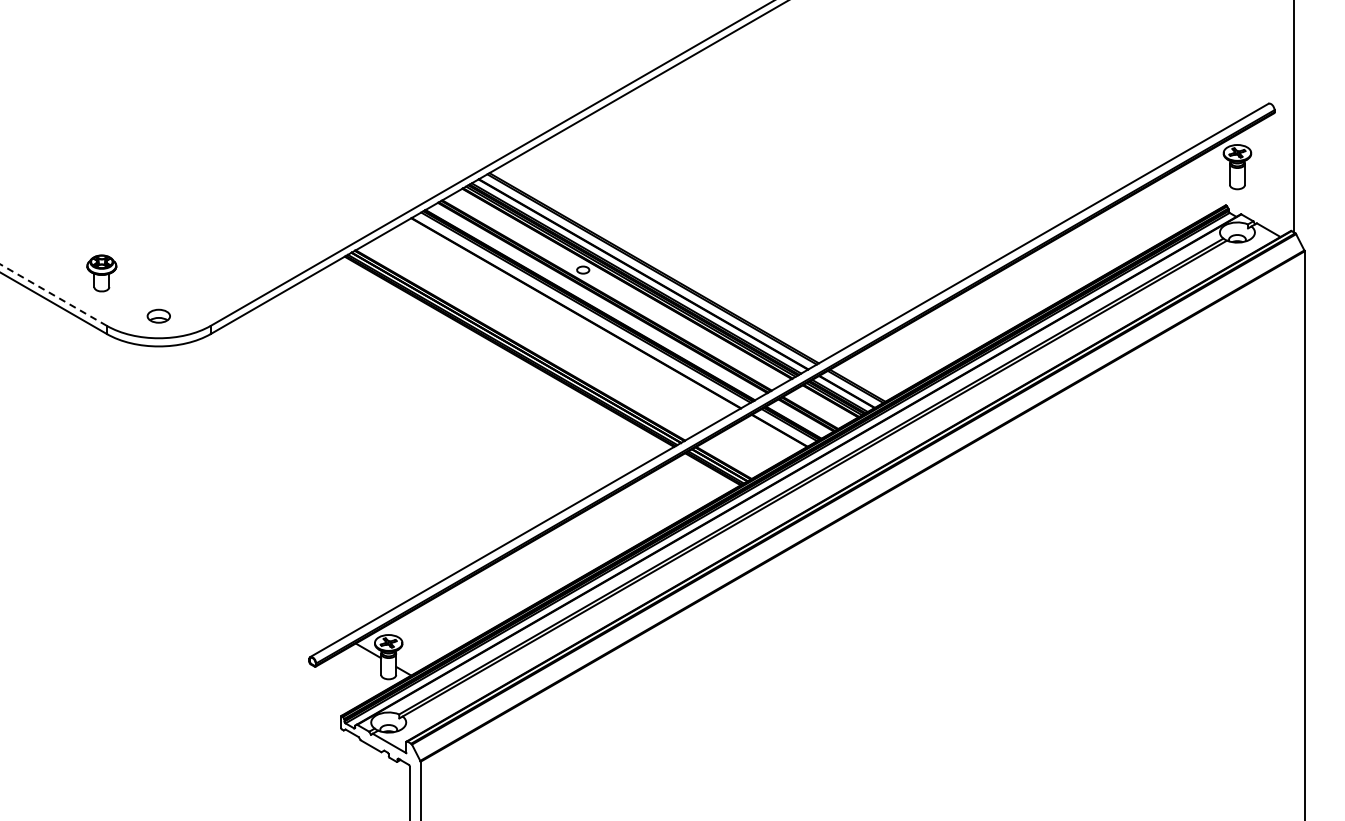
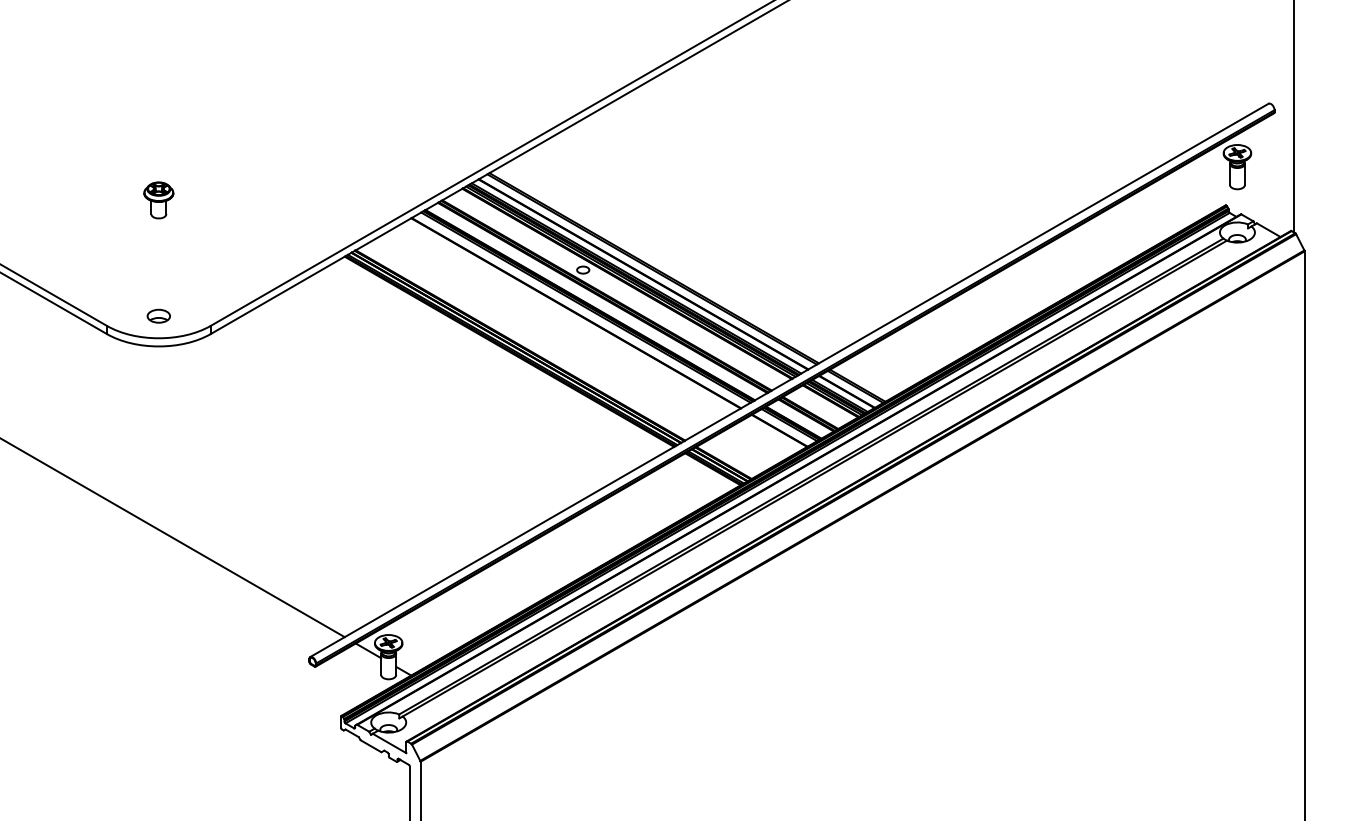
part at (101, 273) position: (101, 273) -> (158, 200)
line at (53, 294): dashed -> solid
line at (173, 538): none -> present
